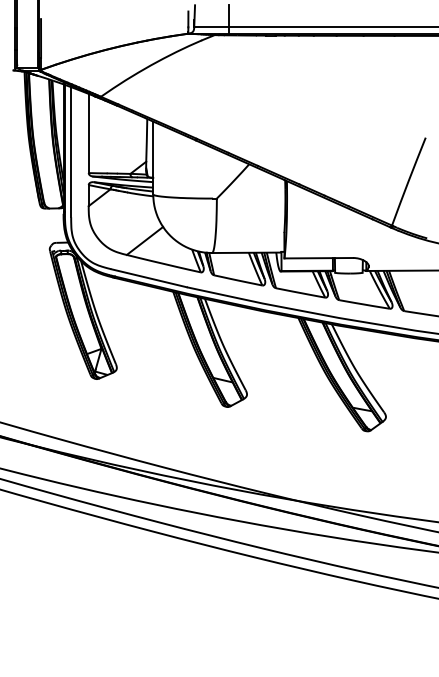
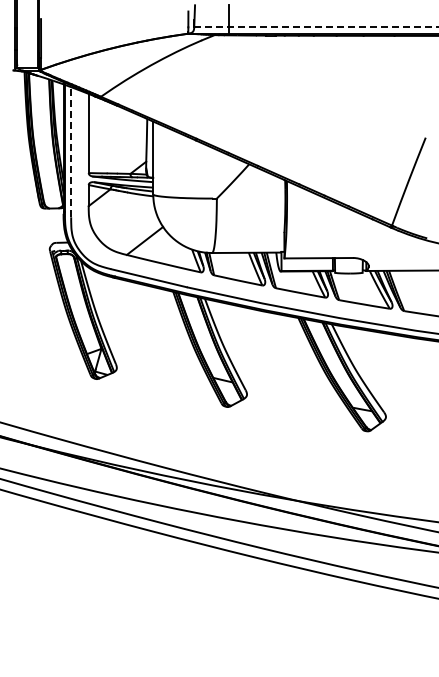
line at (316, 27): solid -> dashed
line at (71, 151): solid -> dashed
